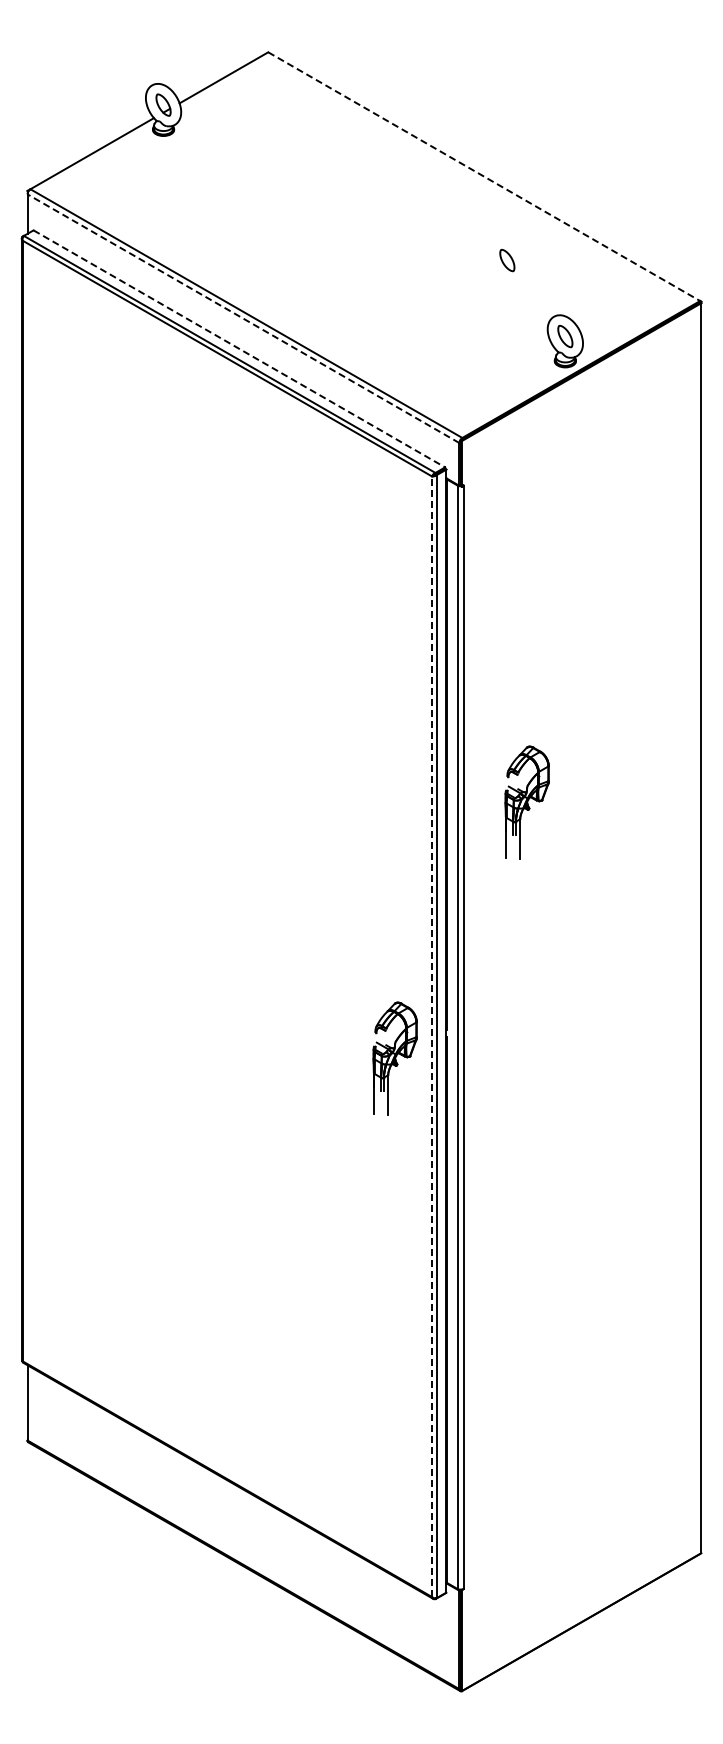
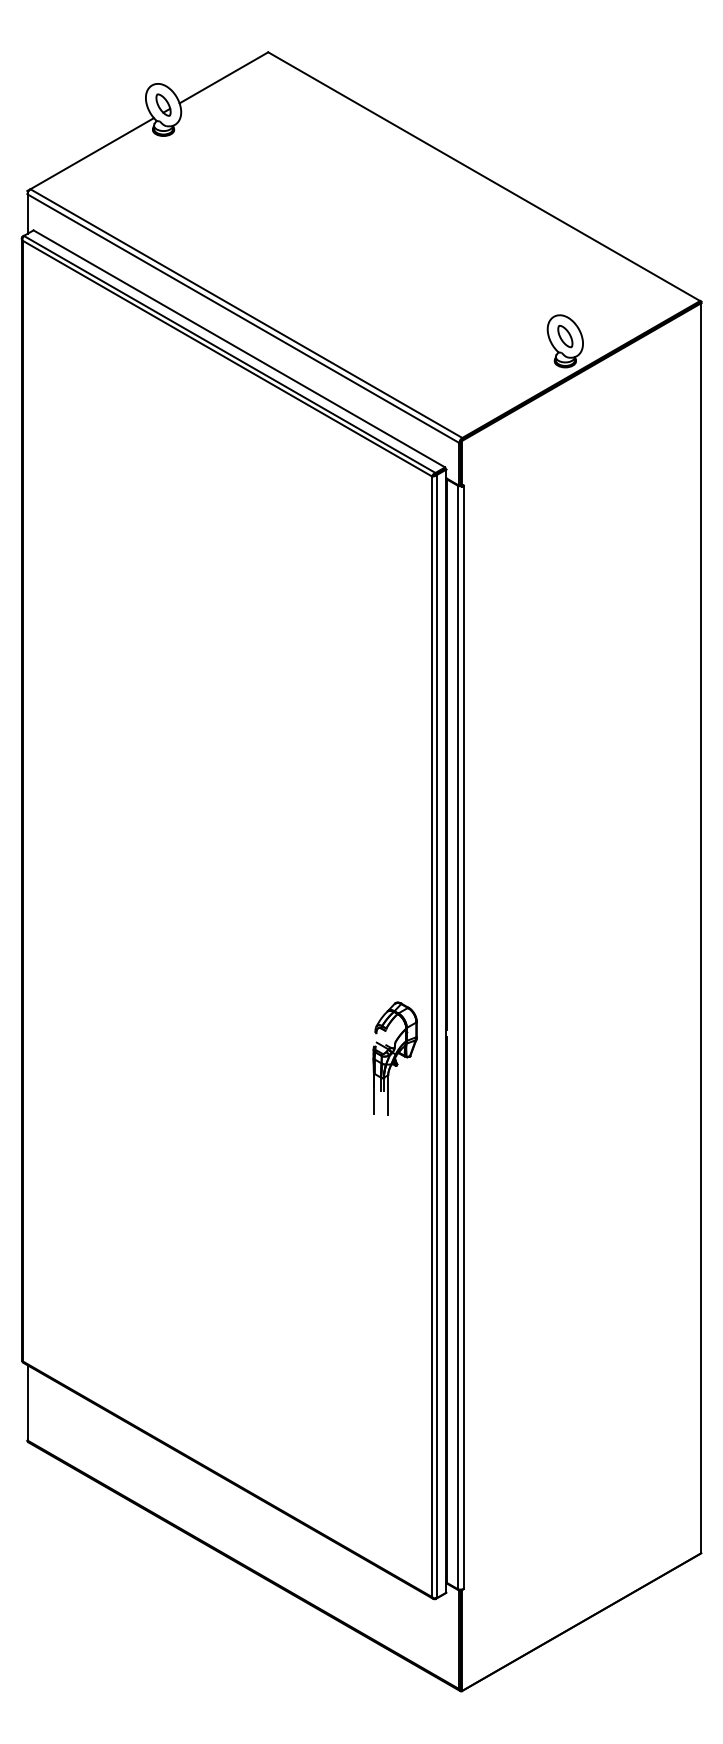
line at (484, 176): dashed -> solid
part at (507, 260): present -> none
line at (243, 318): dashed -> solid
line at (239, 349): dashed -> solid
part at (526, 802): present -> none
line at (432, 1036): dashed -> solid
